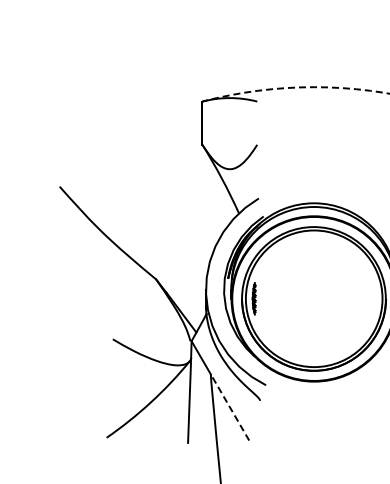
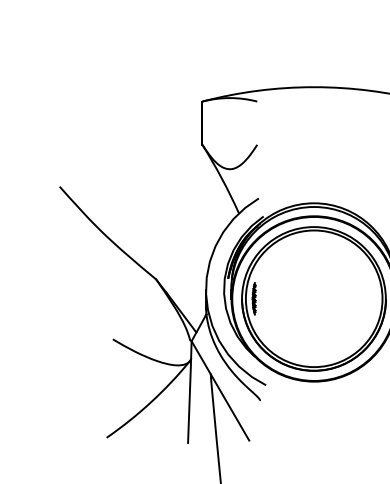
arc at (296, 87): dashed -> solid
line at (229, 407): dashed -> solid
